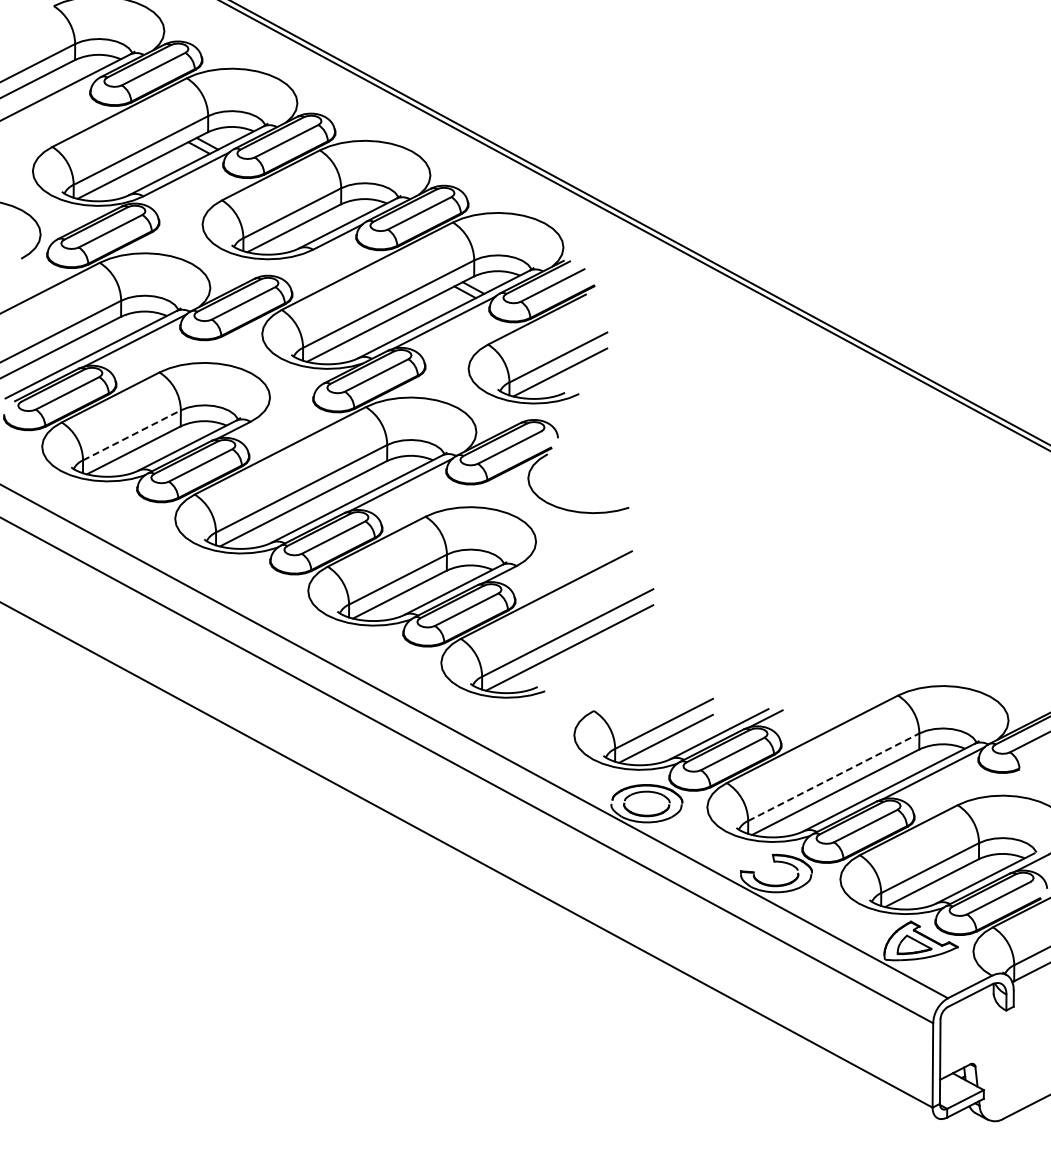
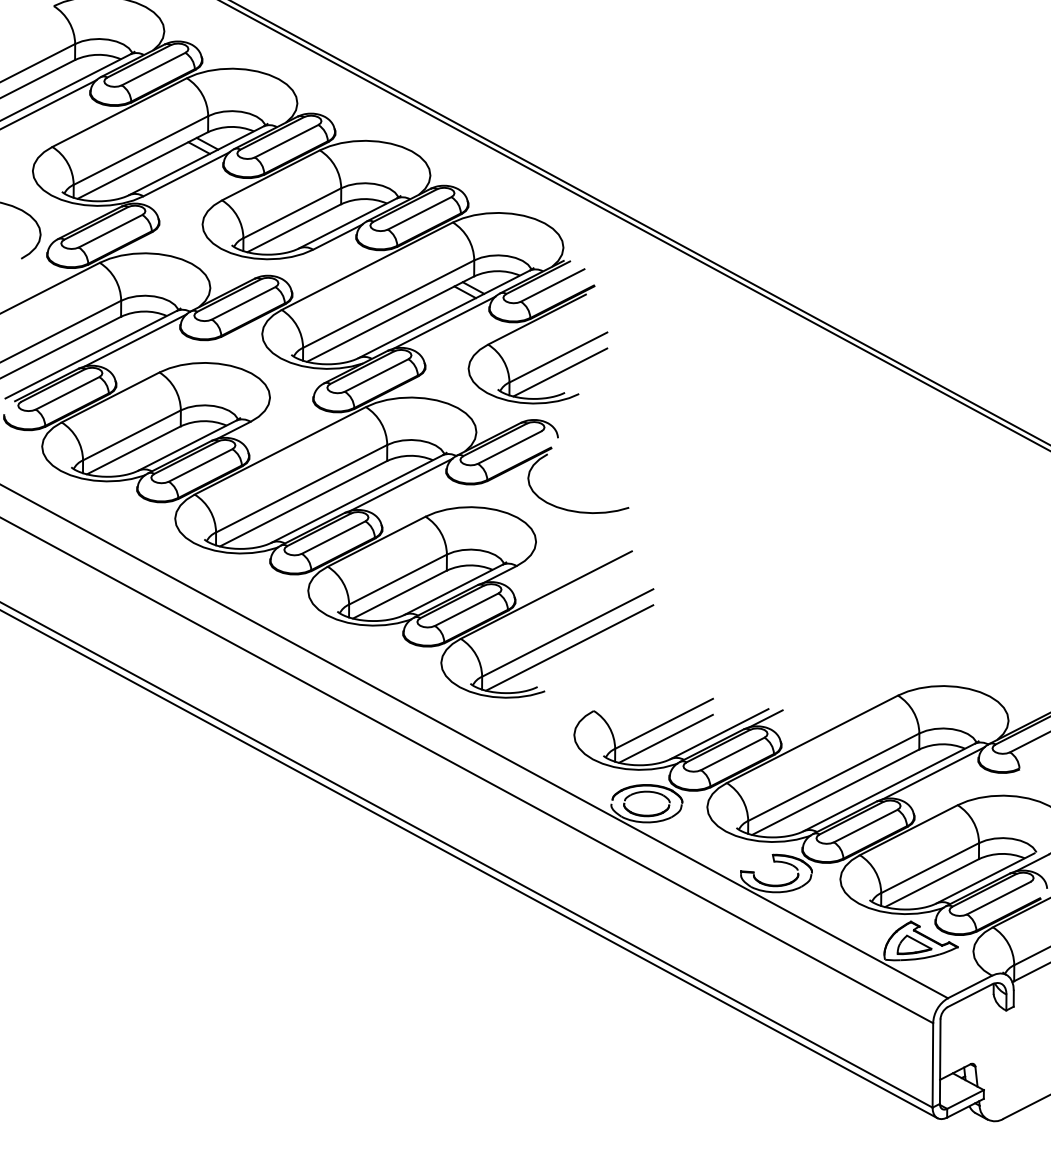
line at (49, 104): none -> present
line at (131, 435): dashed -> solid
line at (834, 777): dashed -> solid
line at (469, 864): none -> present
